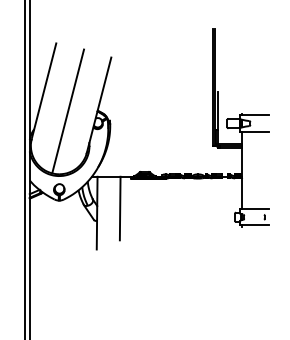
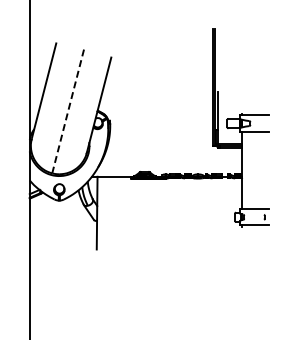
line at (68, 111): solid -> dashed
line at (24, 169): present -> none
line at (119, 208): present -> none
